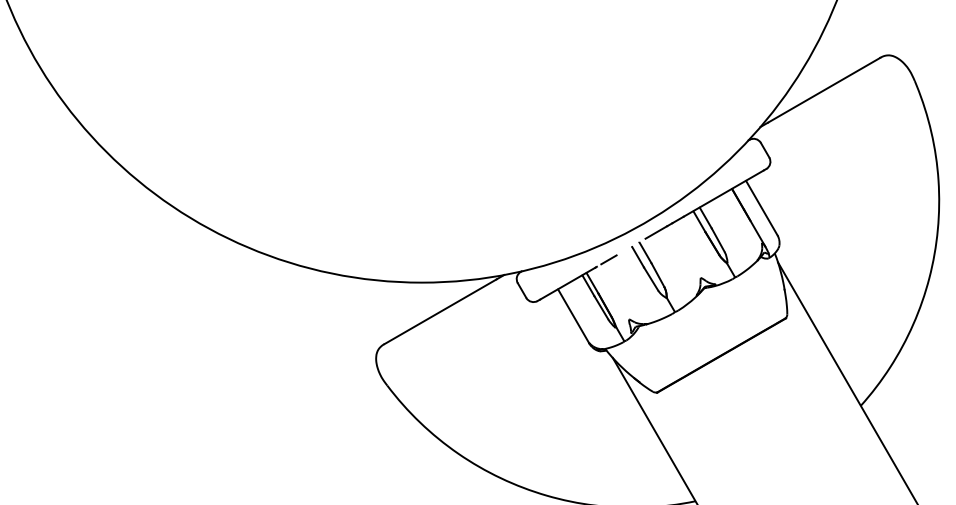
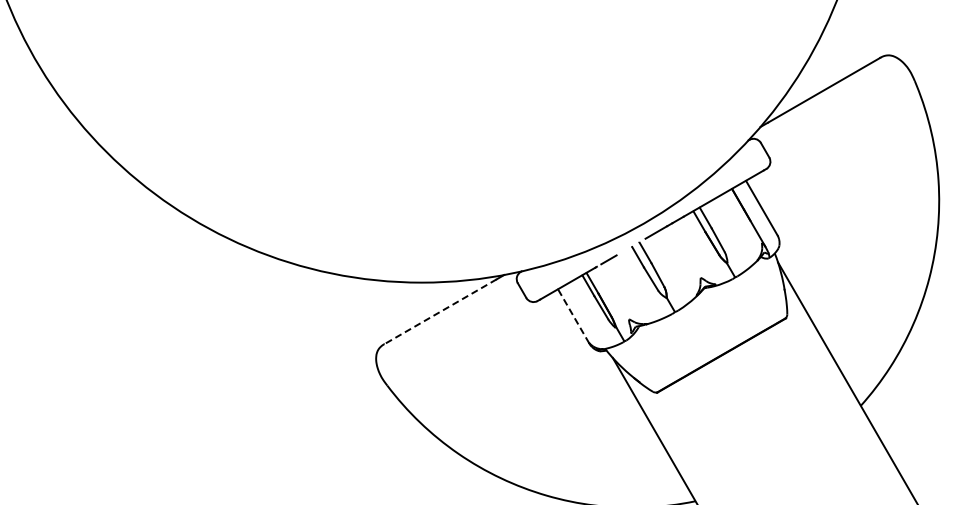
line at (440, 311): solid -> dashed
line at (574, 317): solid -> dashed
